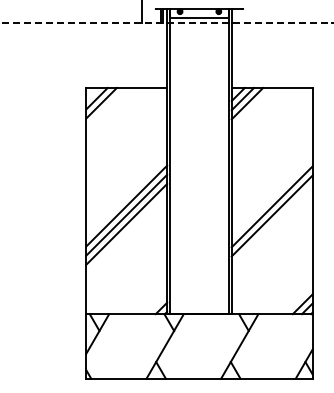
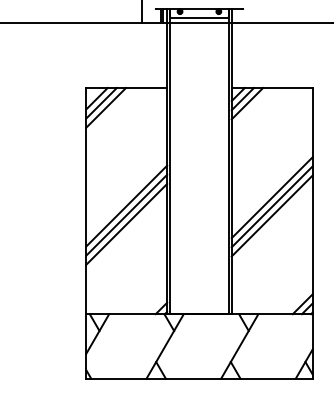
line at (167, 23): dashed -> solid
line at (106, 107): none -> present
line at (271, 197): none -> present
